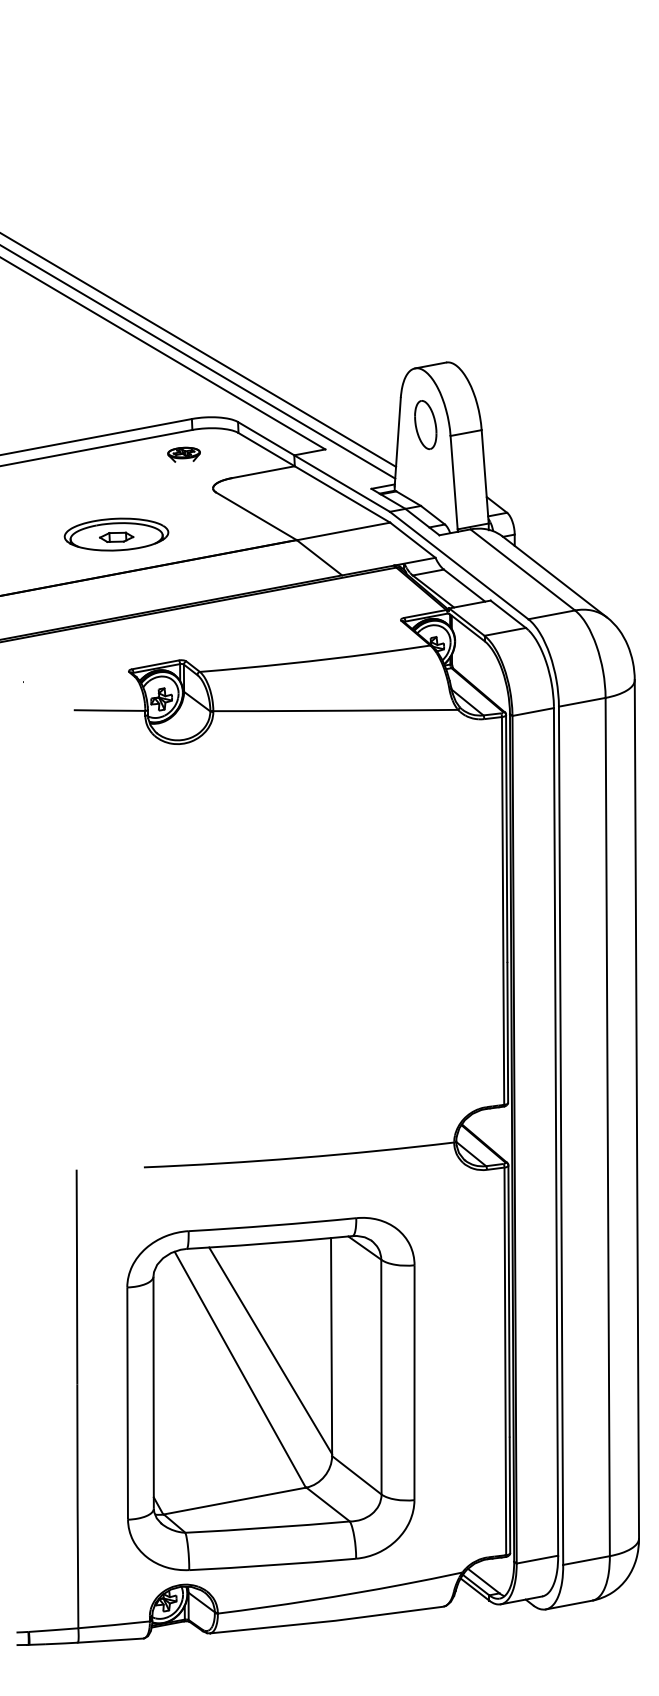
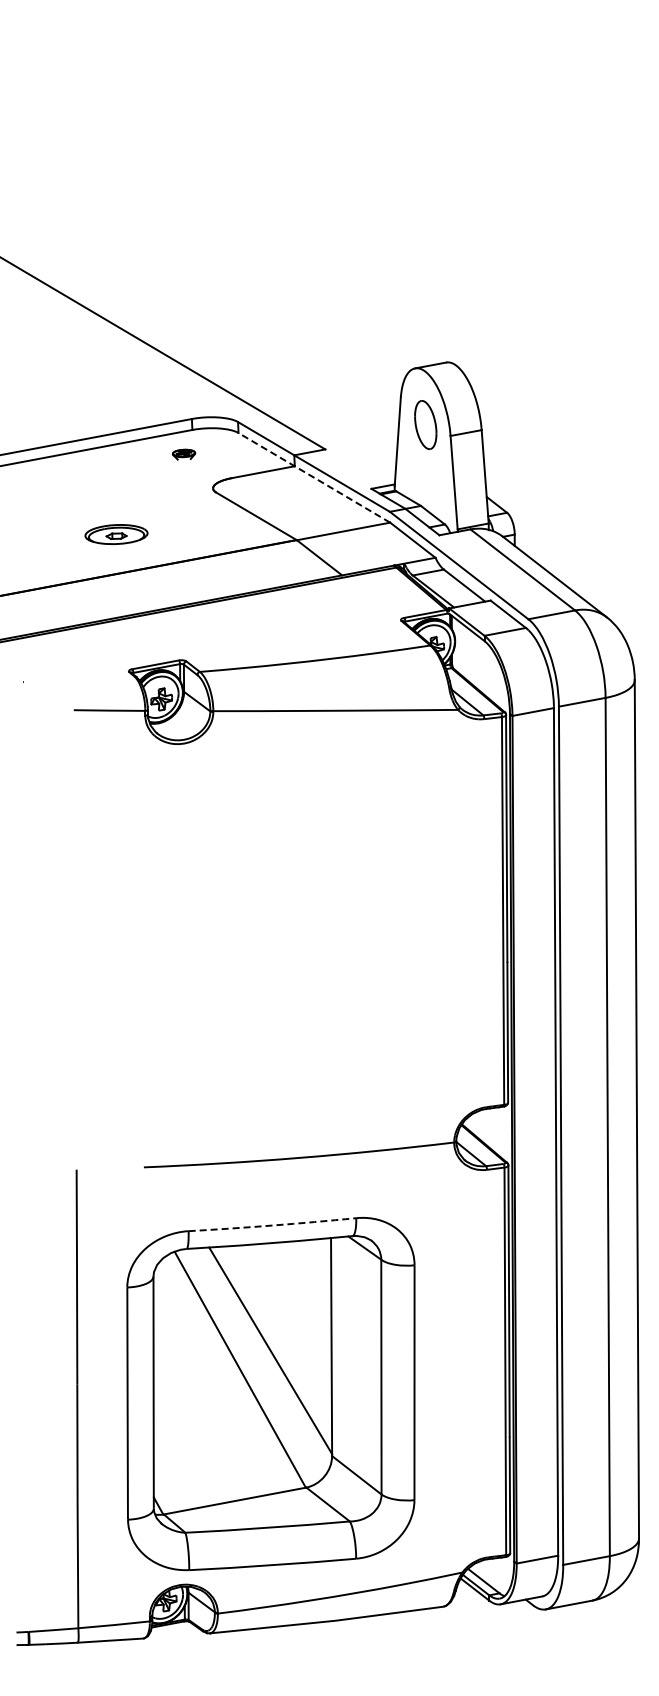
line at (199, 350): present -> none
line at (198, 362): present -> none
part at (183, 454) size: 34x17 px -> 25x13 px
line at (313, 477): solid -> dashed
part at (116, 534) size: 107x35 px -> 65x21 px
arc at (272, 1225): solid -> dashed
